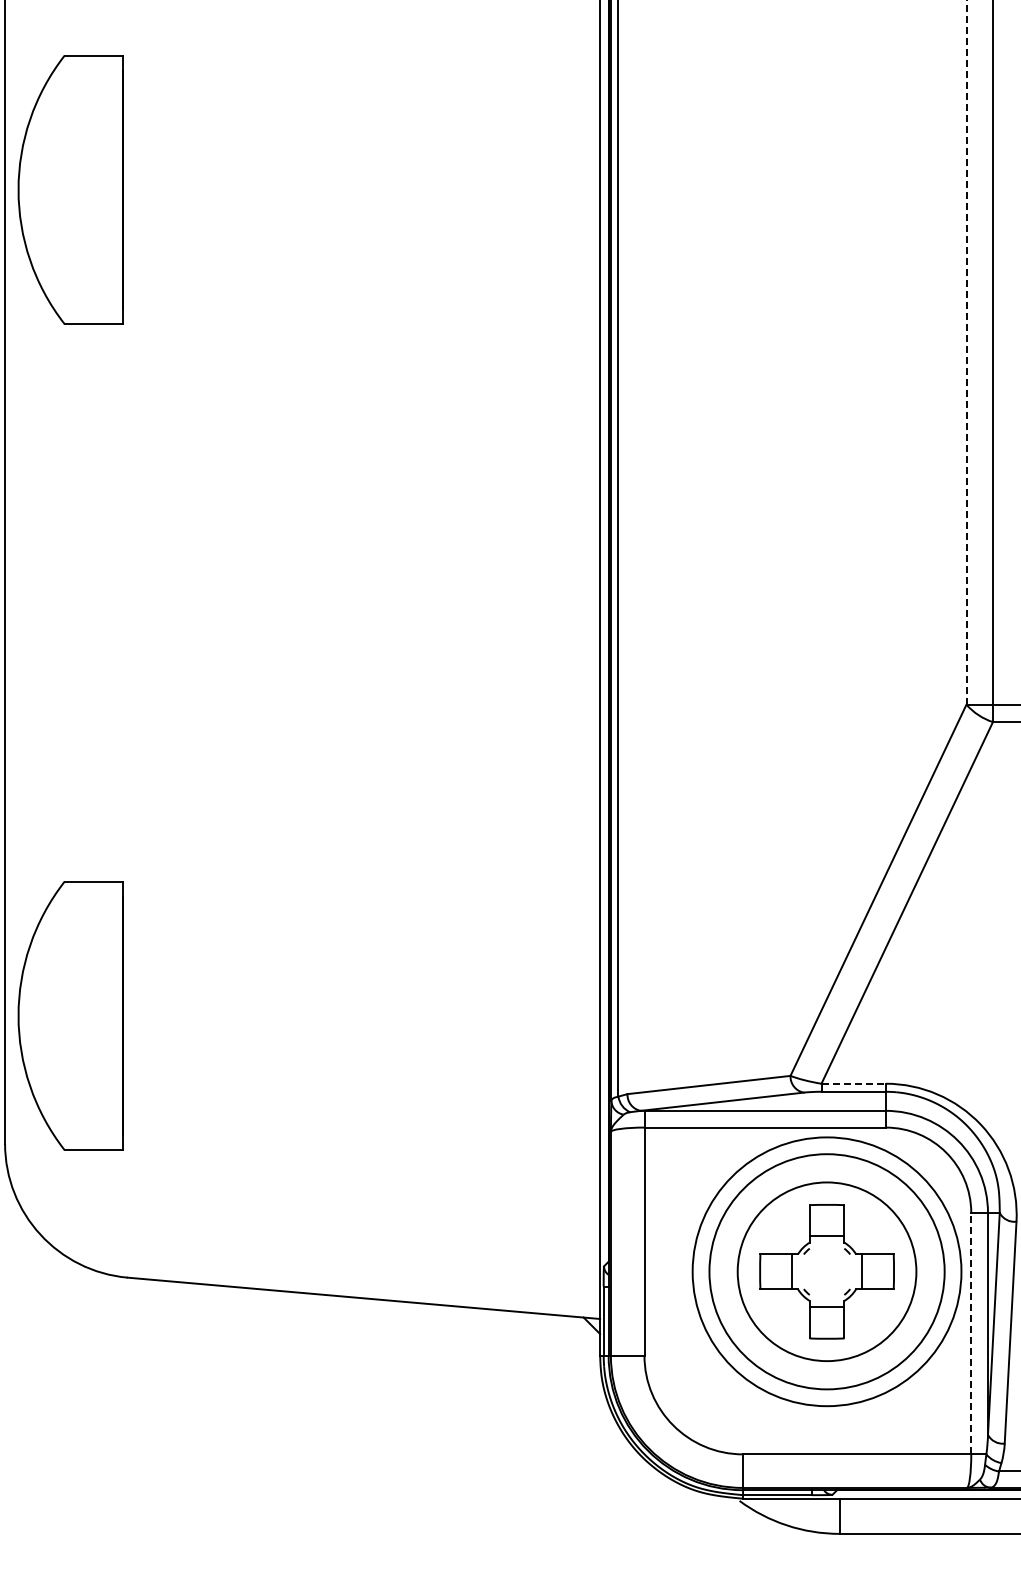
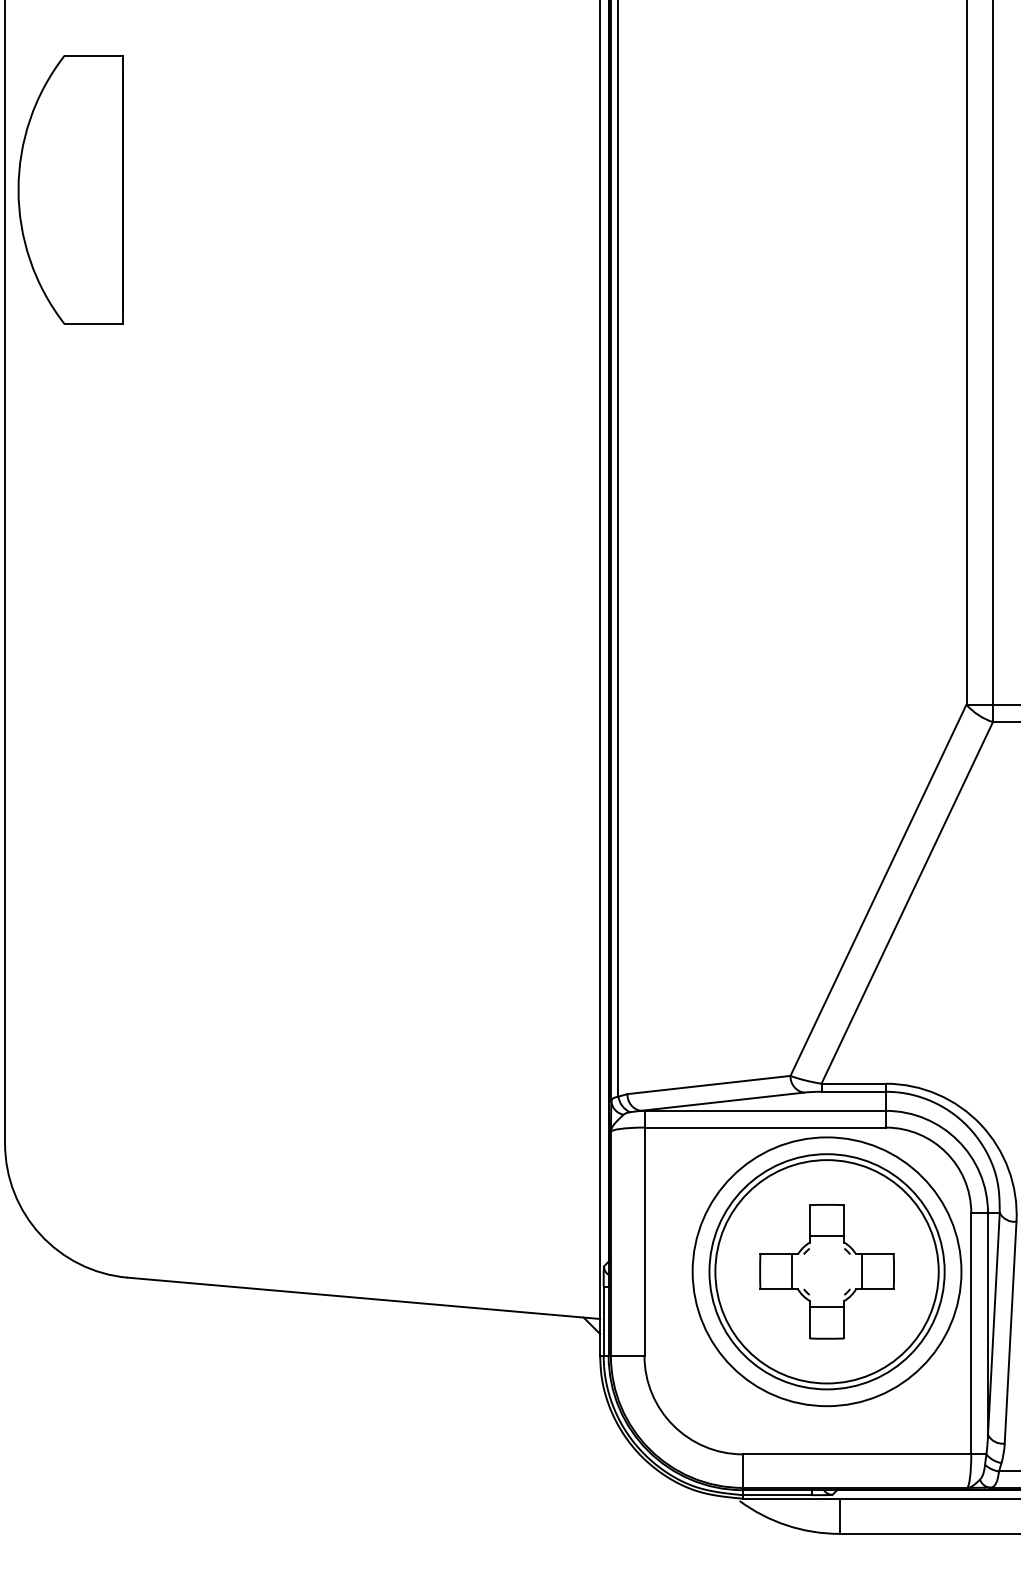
line at (966, 352): dashed -> solid
part at (70, 1015): present -> none
line at (854, 1083): dashed -> solid
circle at (826, 1271) diameter: 179 px -> 223 px
line at (971, 1333): dashed -> solid
